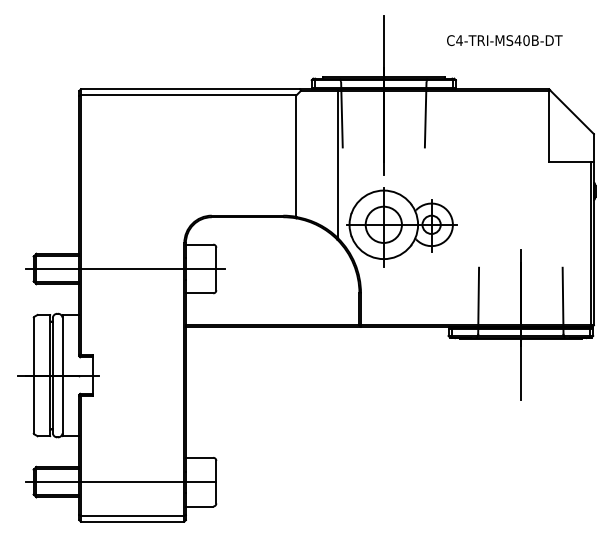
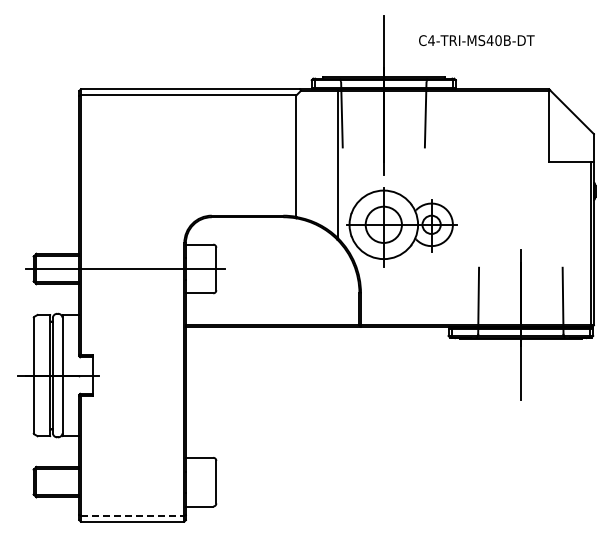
text at (504, 40) position: (504, 40) -> (476, 40)
line at (121, 482): present -> none
line at (132, 515): solid -> dashed
